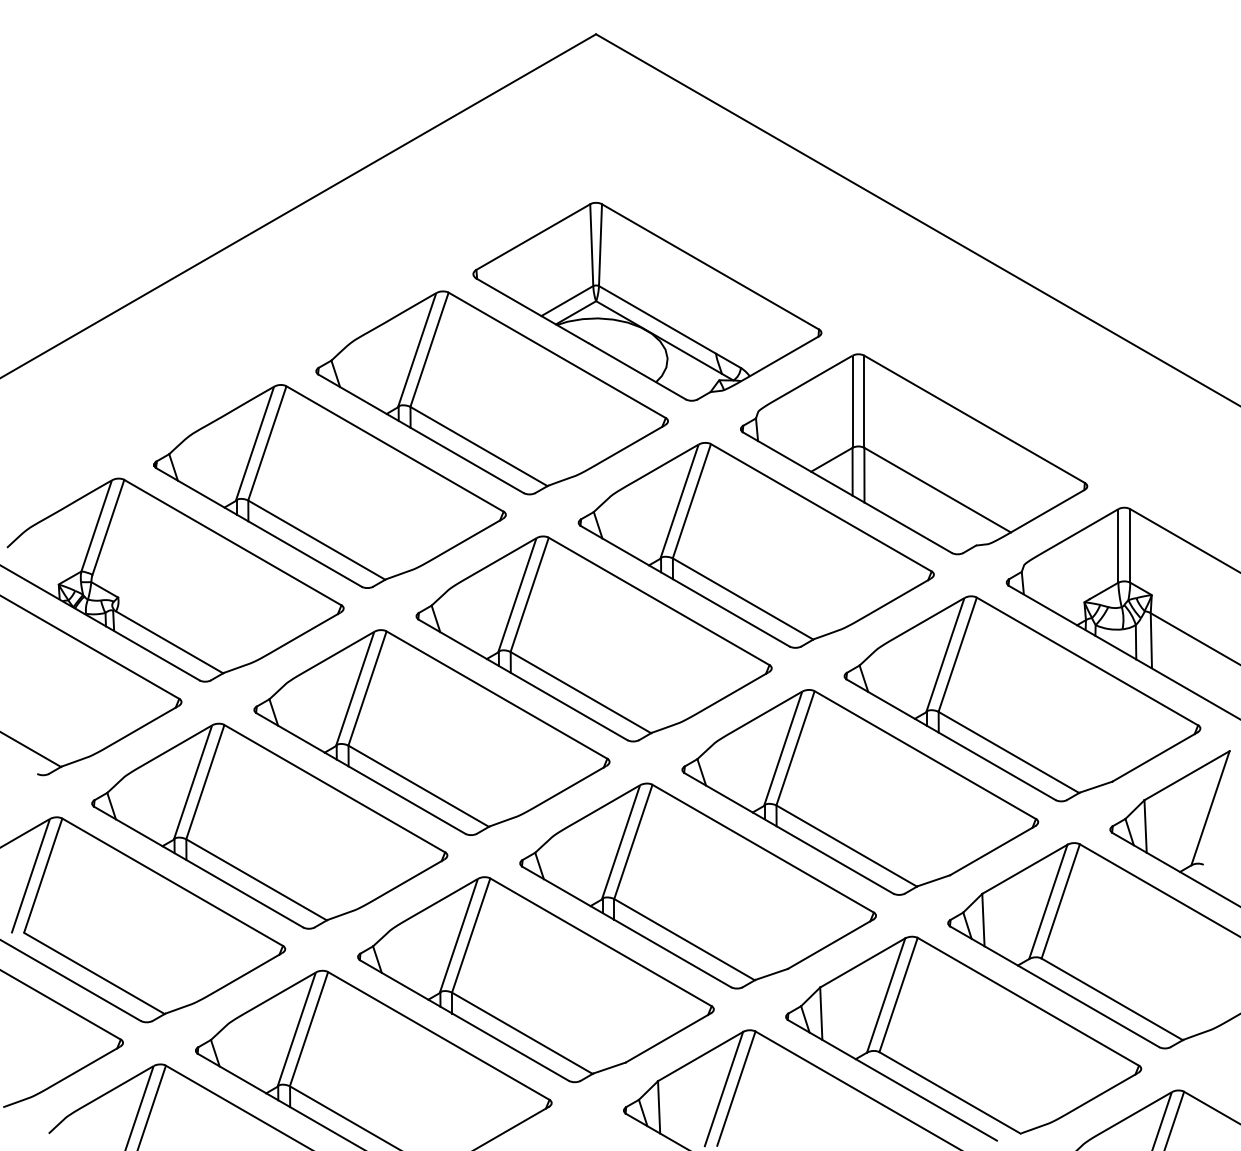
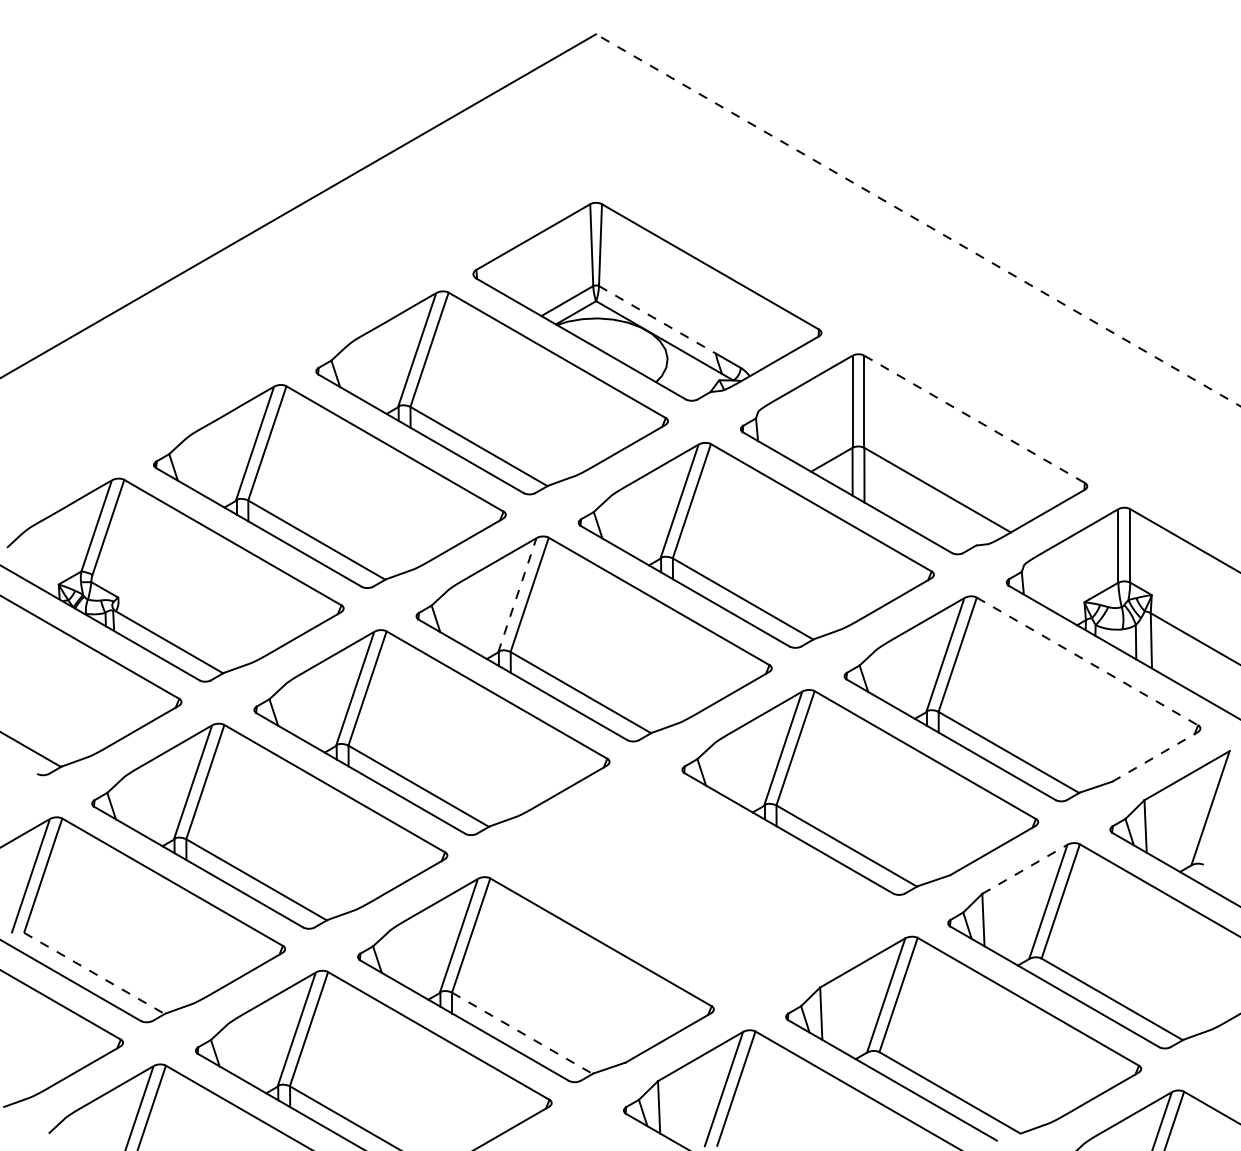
line at (918, 220): solid -> dashed
line at (657, 319): solid -> dashed
line at (975, 419): solid -> dashed
line at (517, 595): solid -> dashed
line at (1087, 661): solid -> dashed
line at (1155, 756): solid -> dashed
line at (1025, 869): solid -> dashed
part at (697, 885): present -> none
line at (94, 973): solid -> dashed
line at (522, 1033): solid -> dashed
